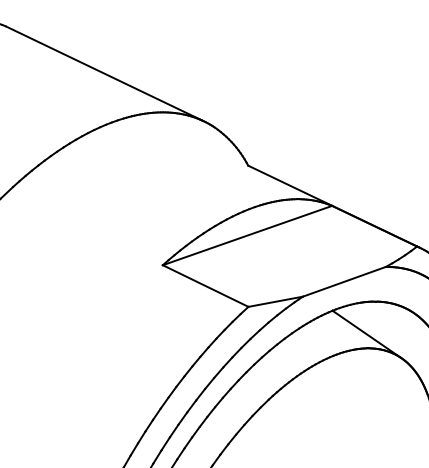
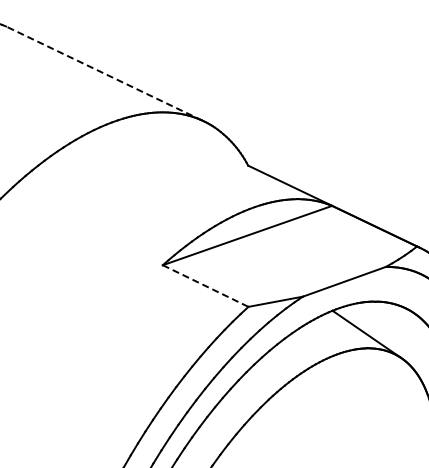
line at (104, 73): solid -> dashed
line at (205, 286): solid -> dashed
